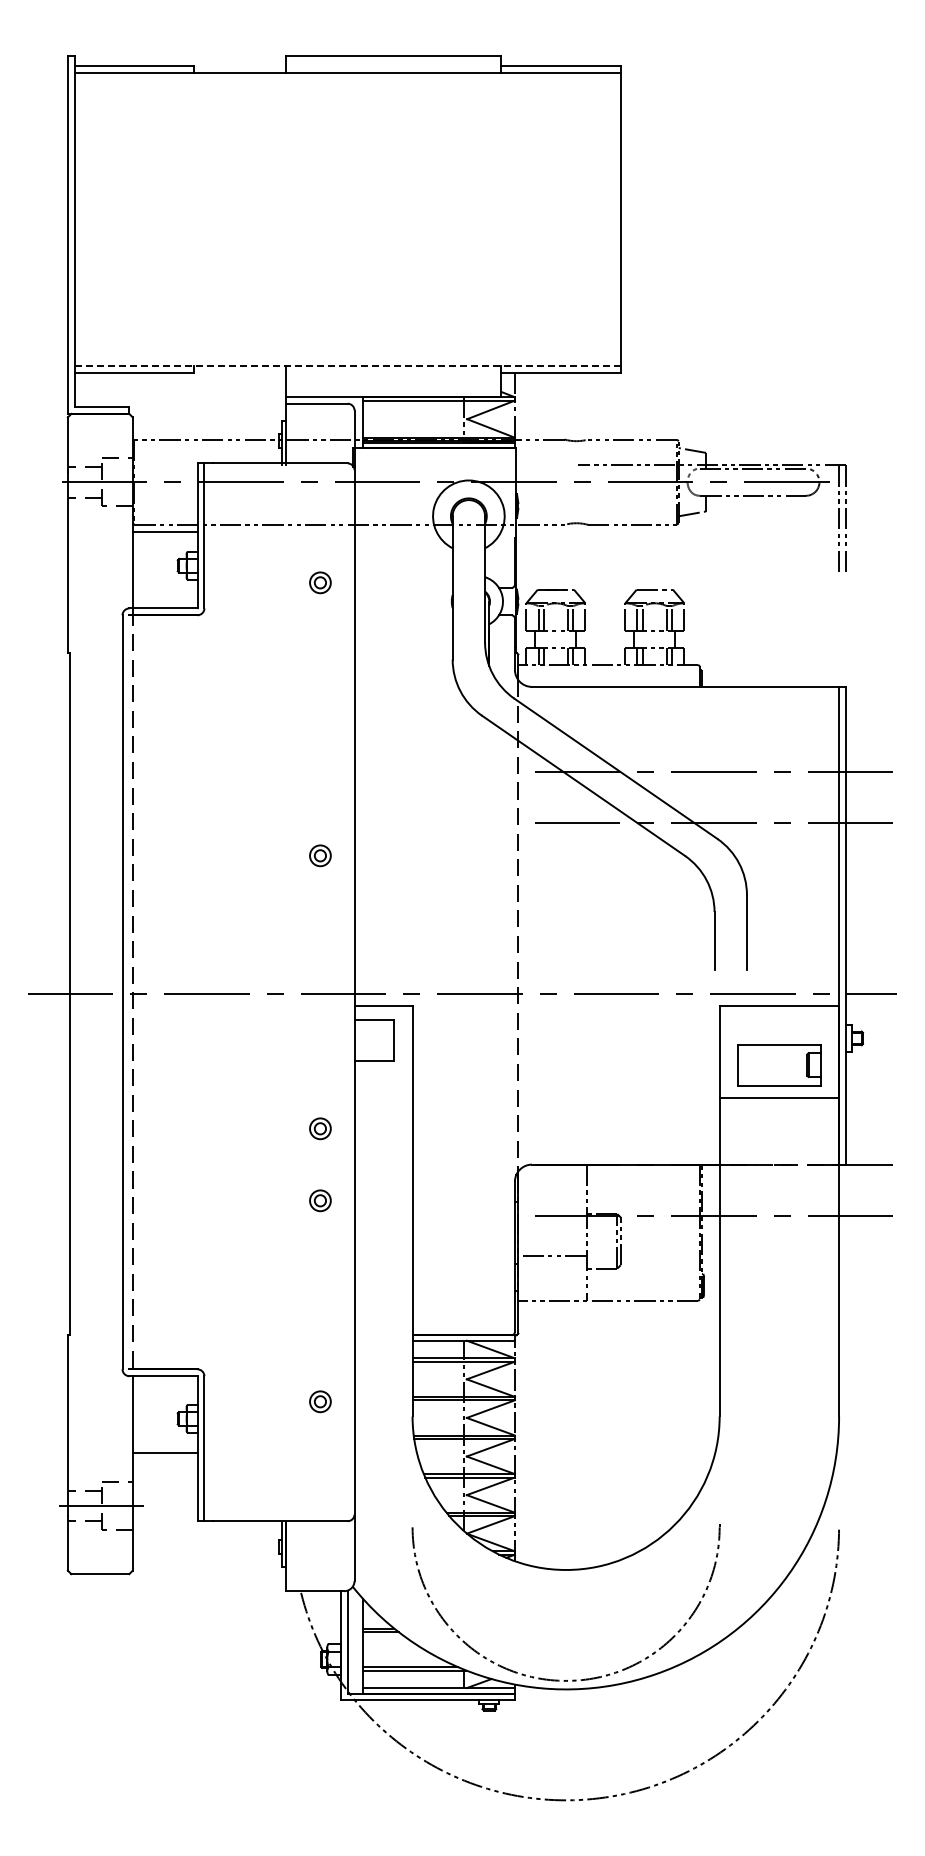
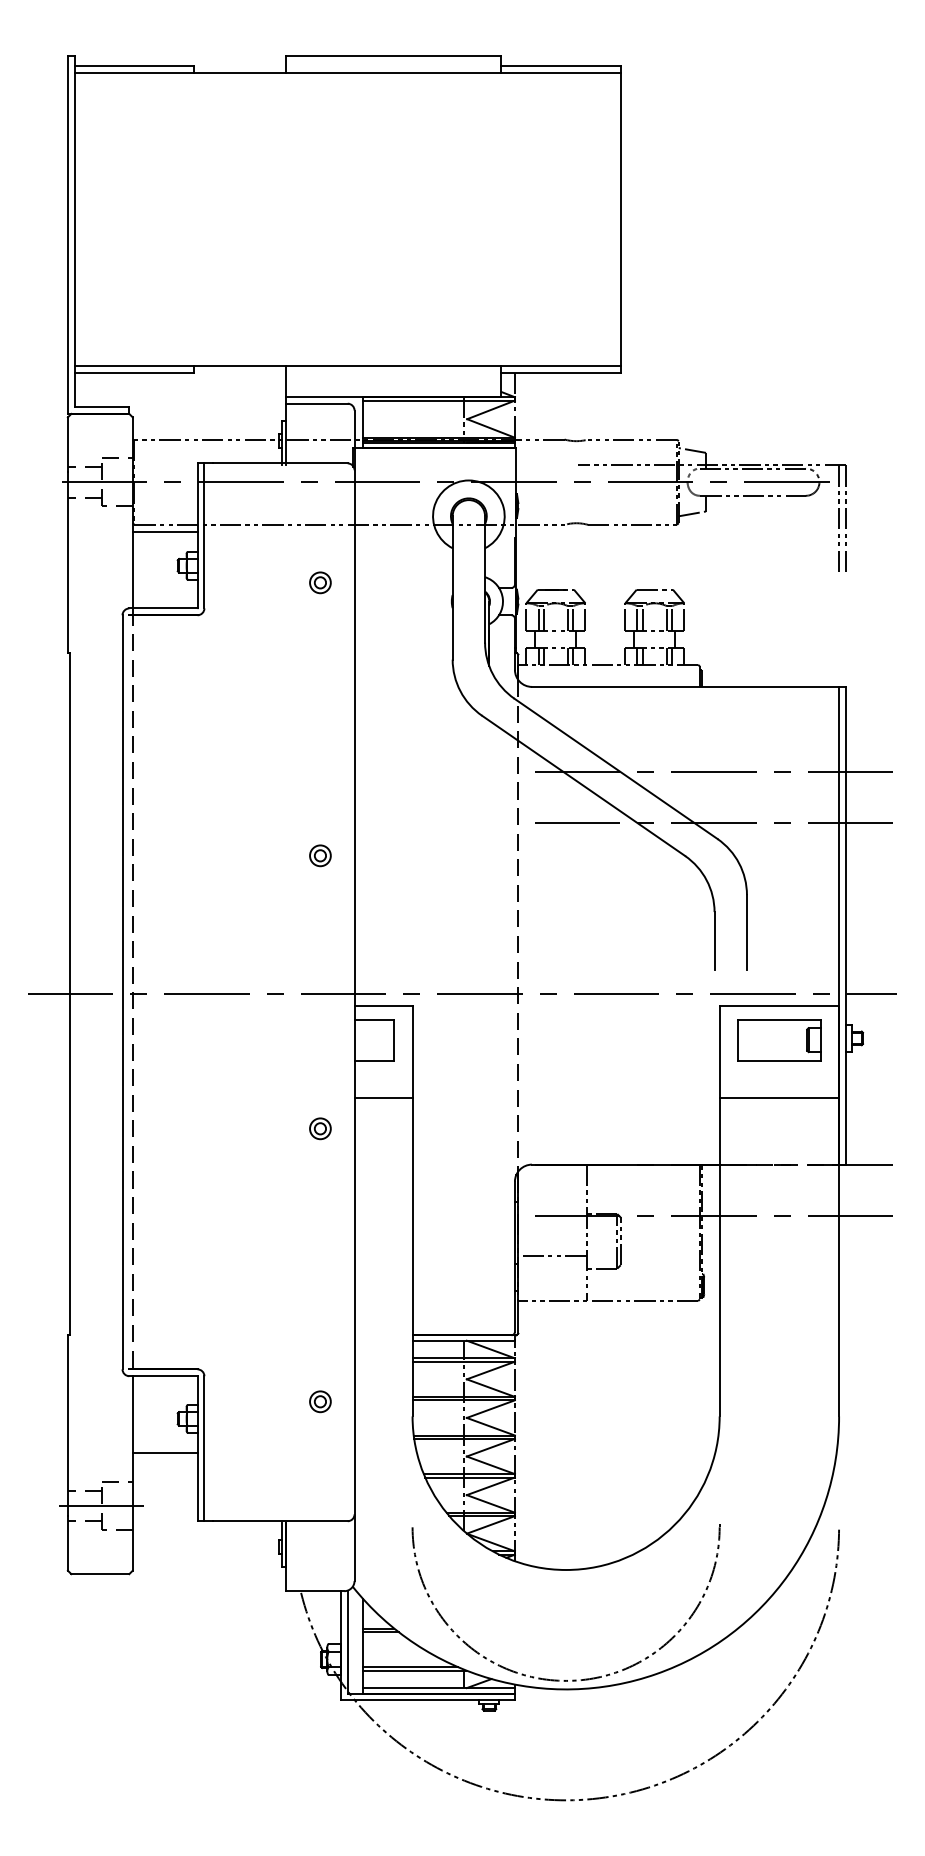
line at (347, 366): dashed -> solid
part at (779, 1065) position: (779, 1065) -> (779, 1040)
line at (383, 1098): none -> present
part at (320, 1200): present -> none
